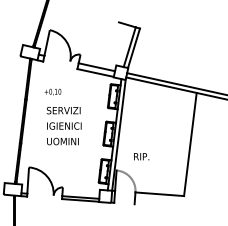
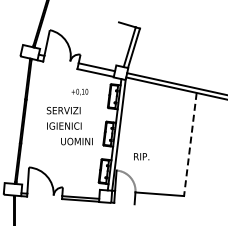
text at (52, 91) position: (52, 91) -> (79, 91)
text at (62, 141) position: (62, 141) -> (76, 141)
line at (190, 144): solid -> dashed
